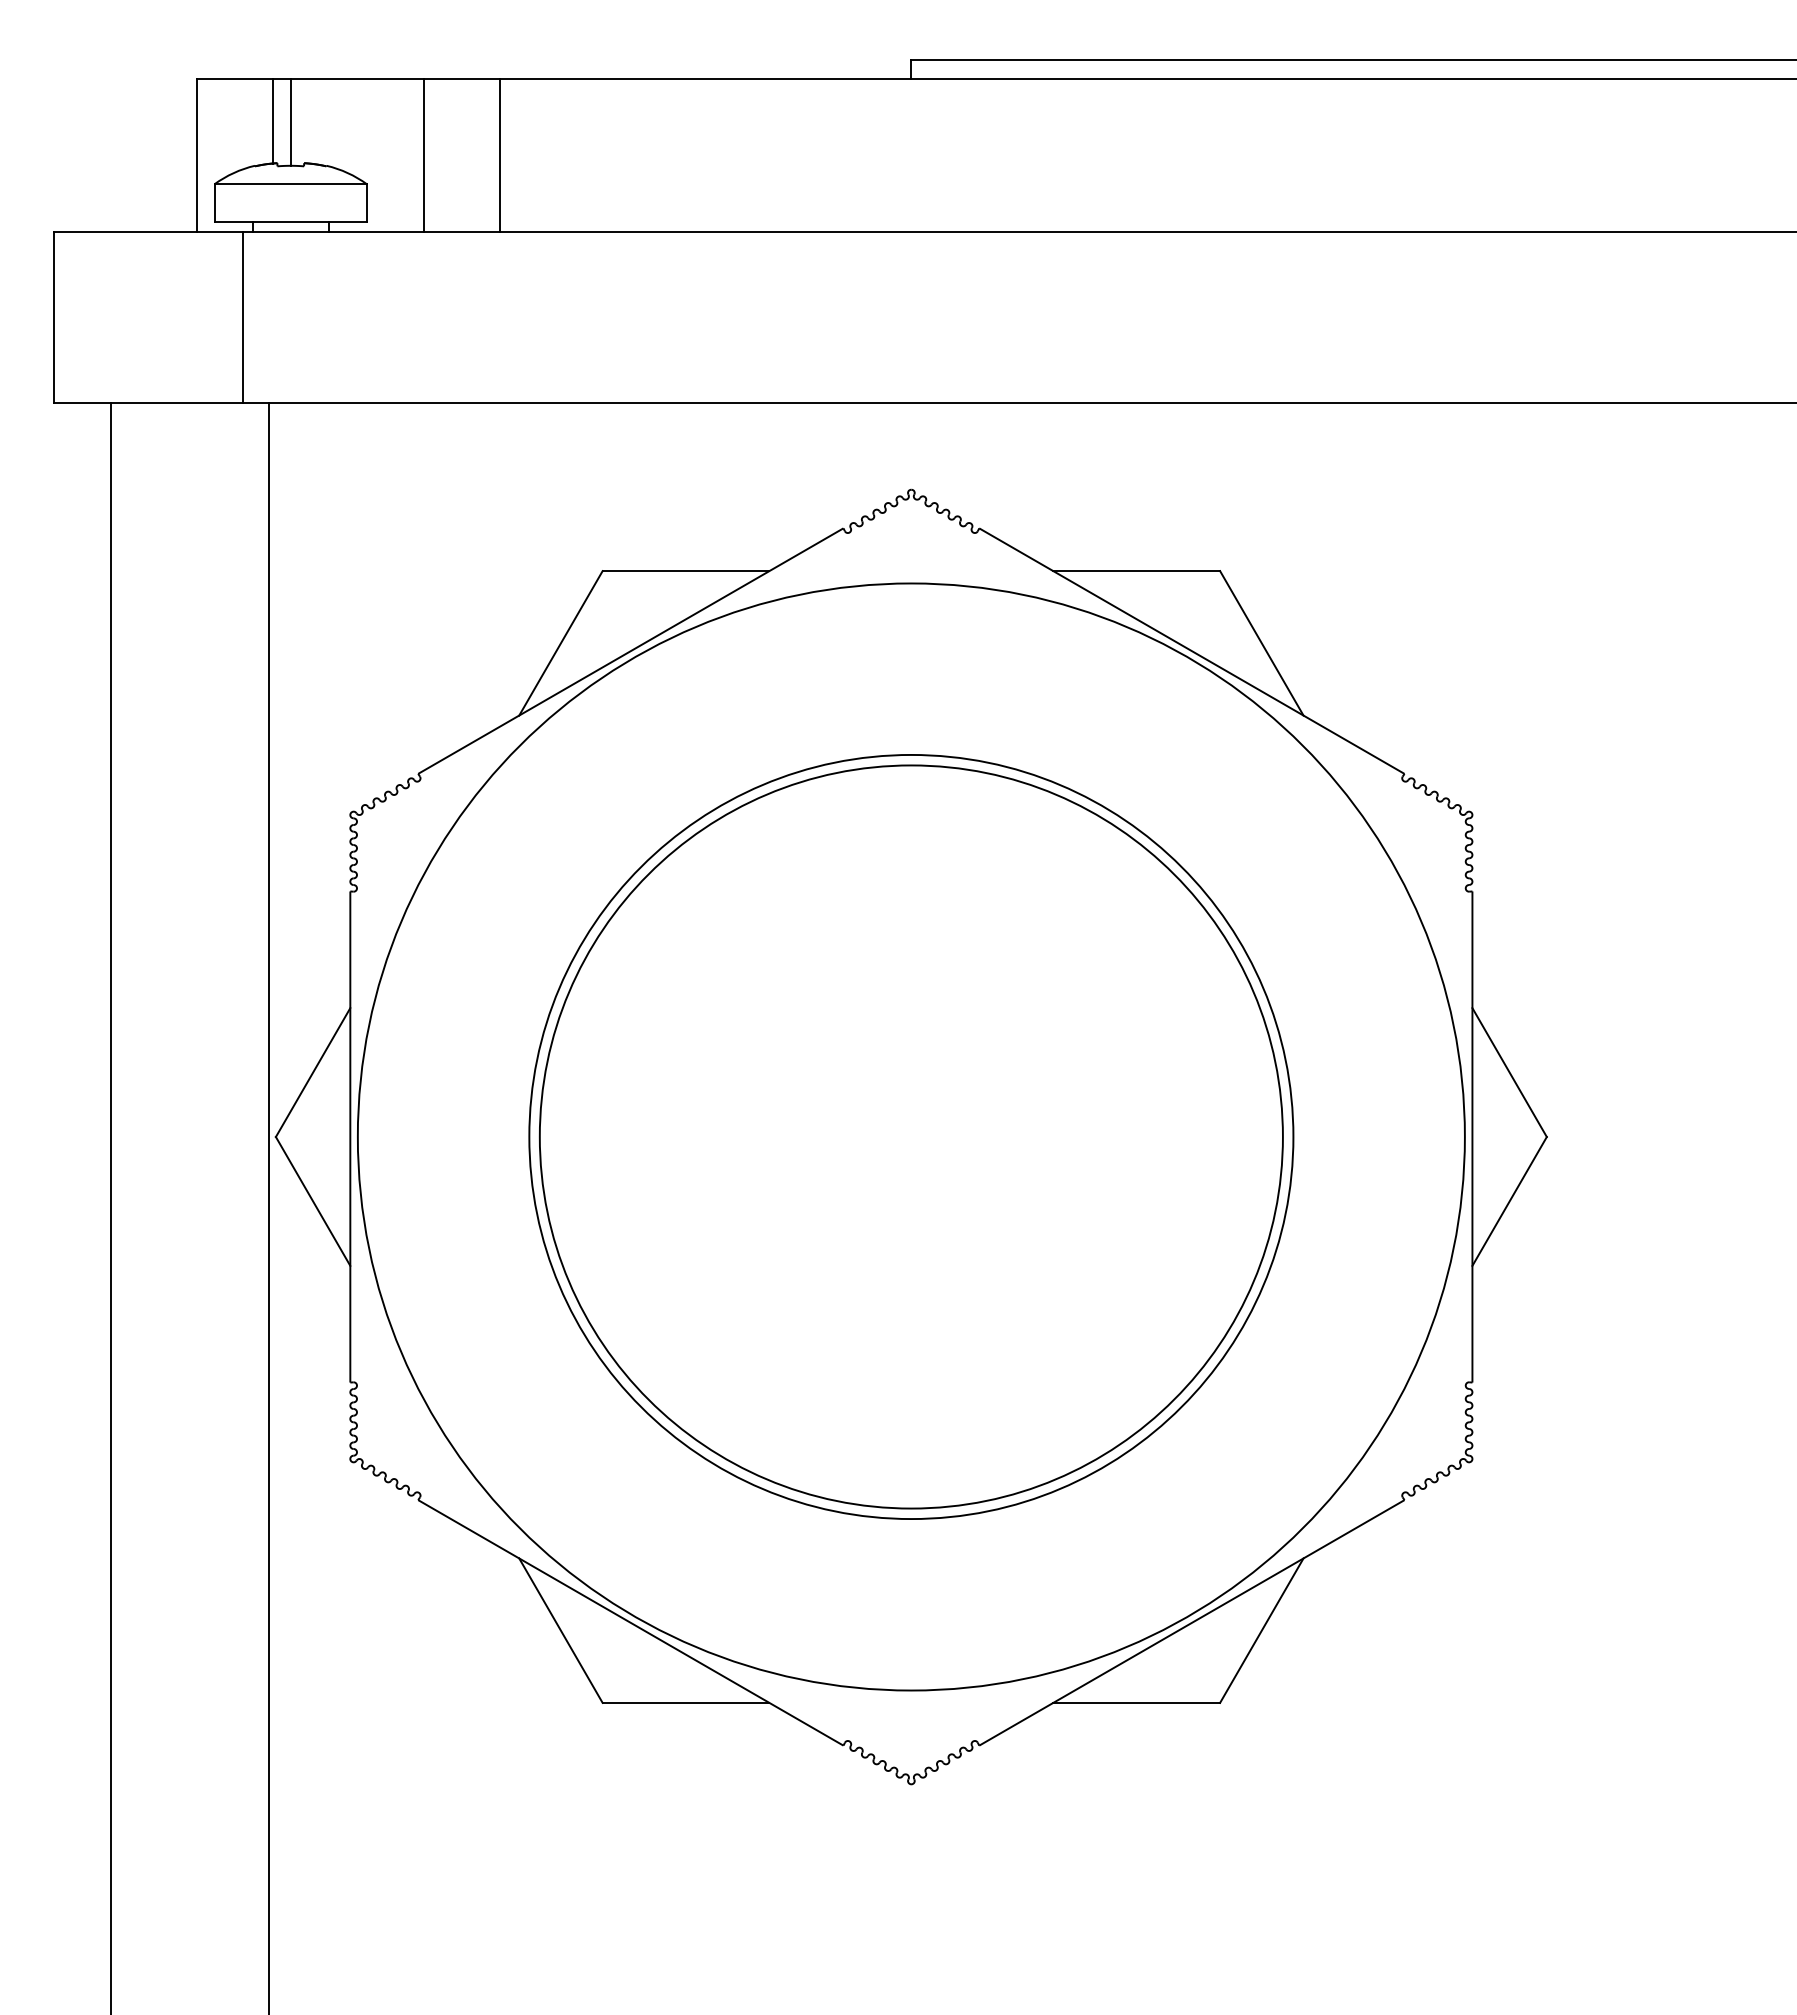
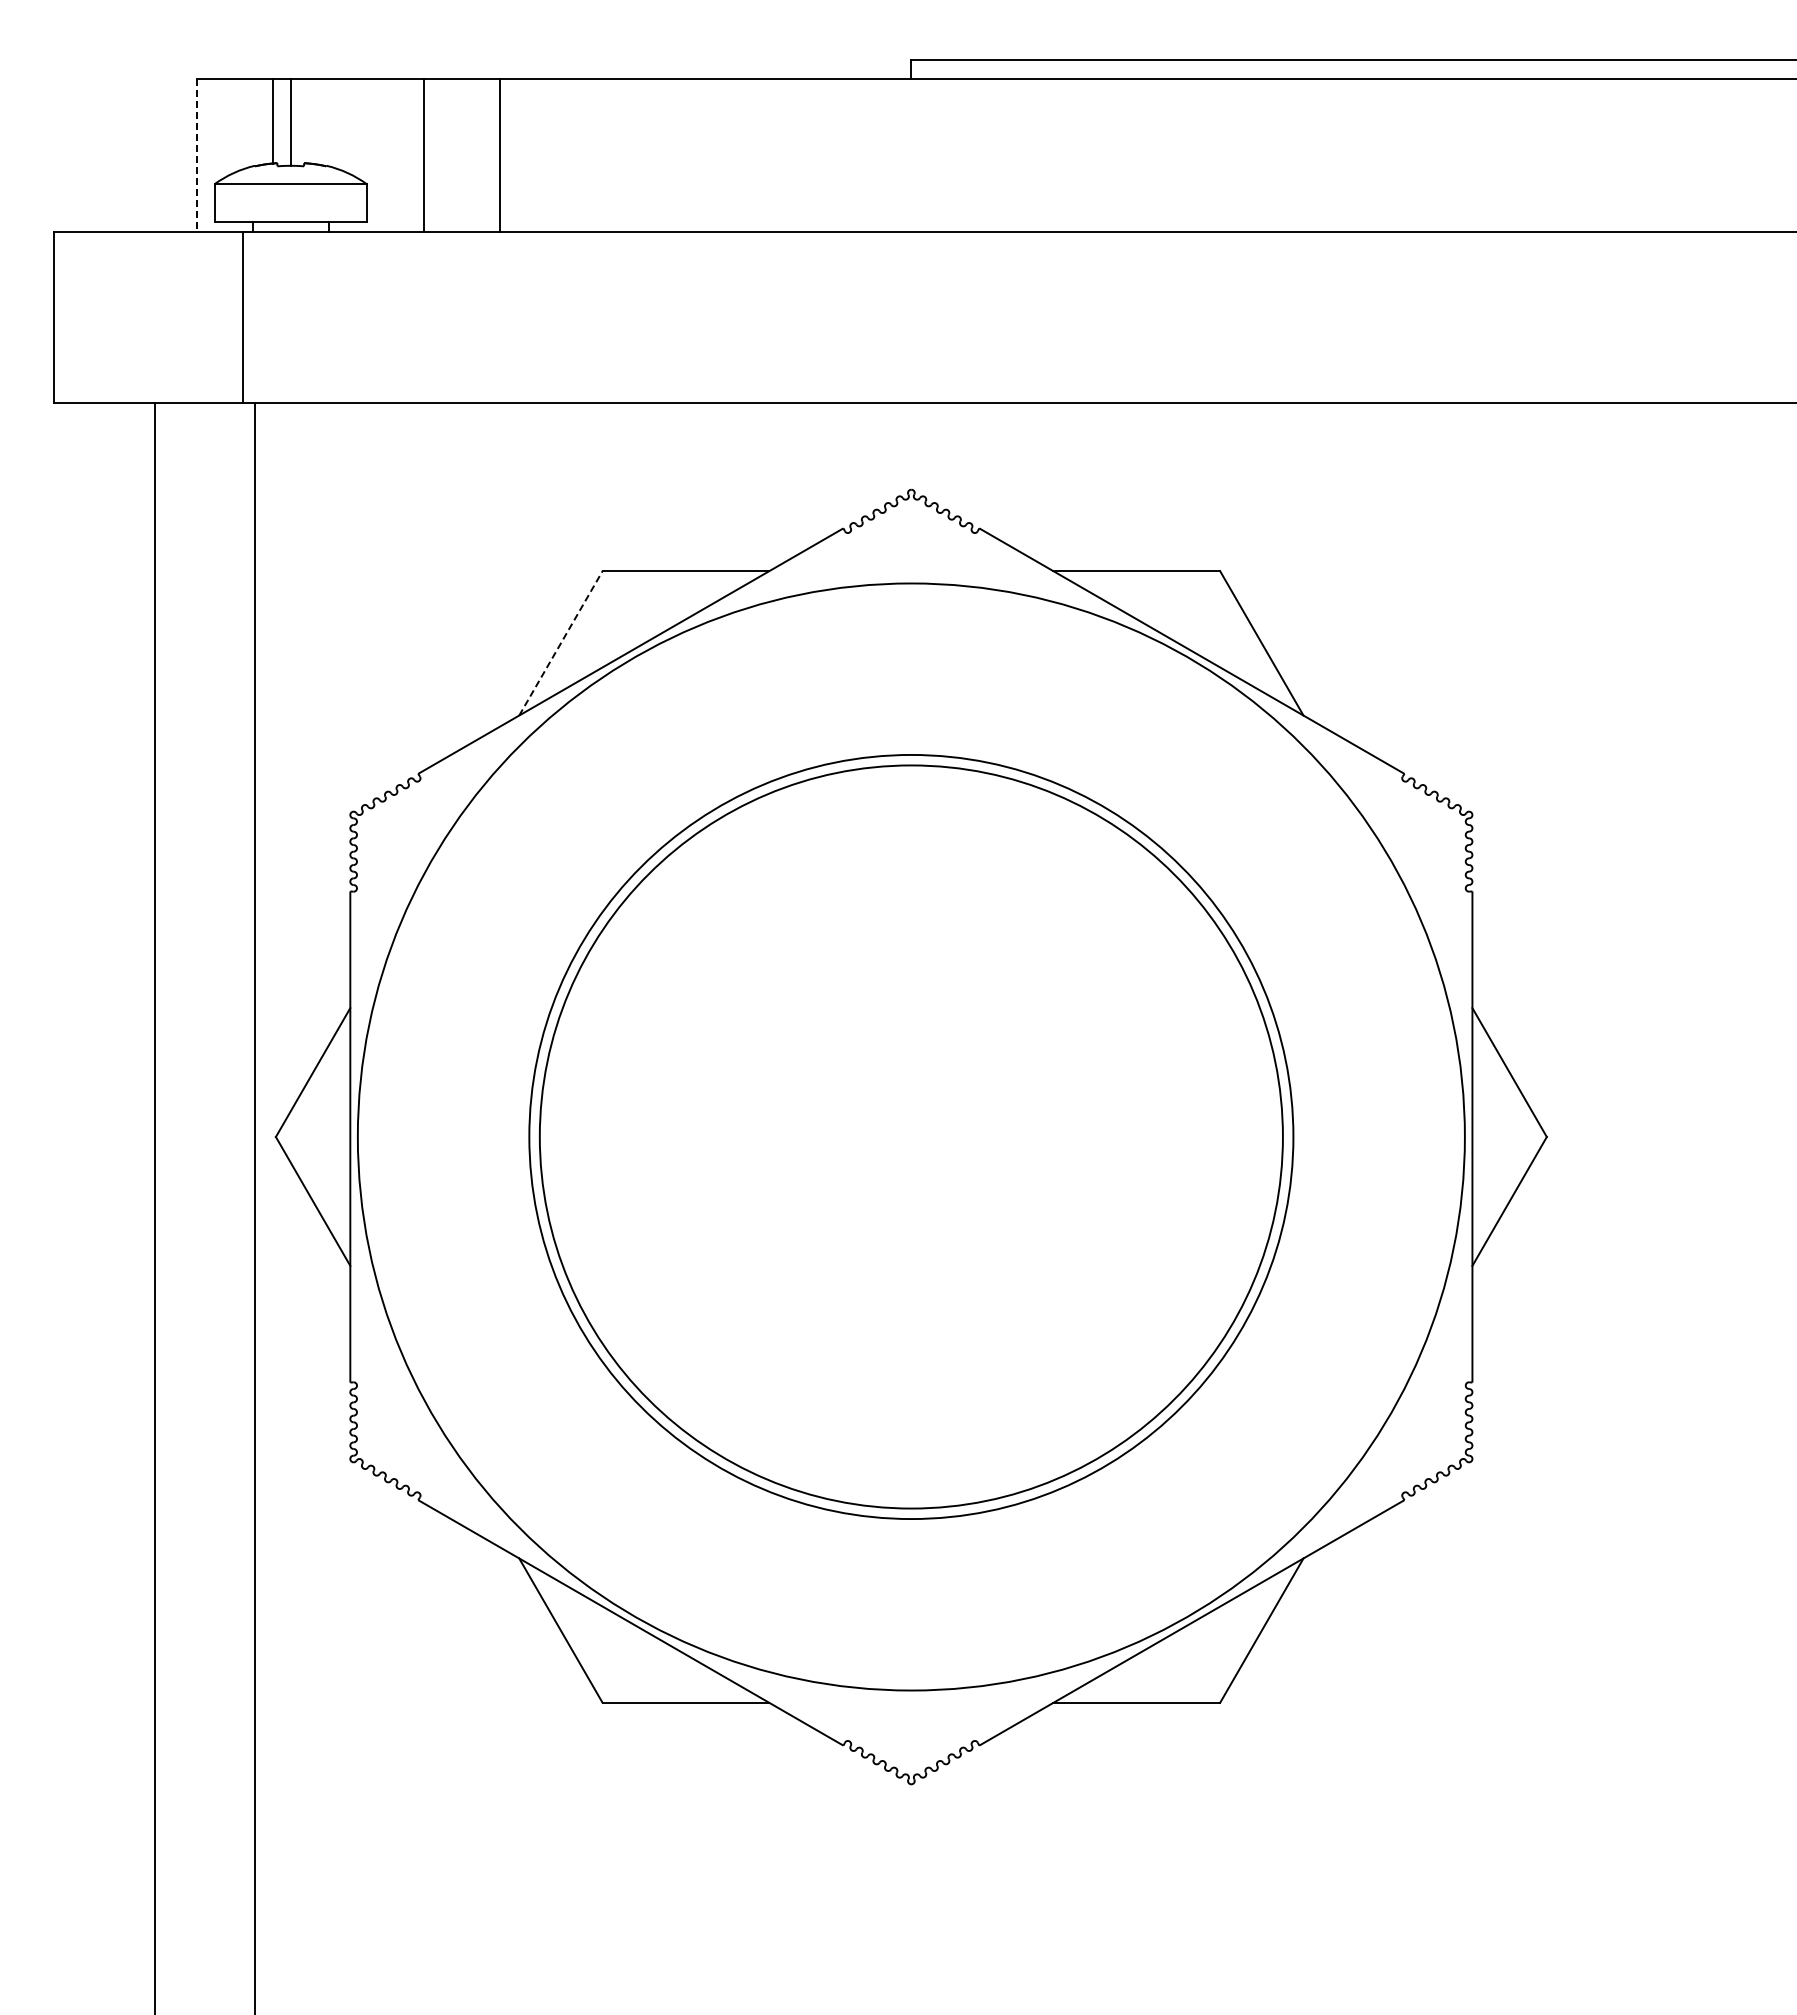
line at (196, 156): solid -> dashed
line at (561, 642): solid -> dashed
line at (111, 1207) position: (111, 1207) -> (155, 1207)
line at (269, 1207) position: (269, 1207) -> (255, 1207)
